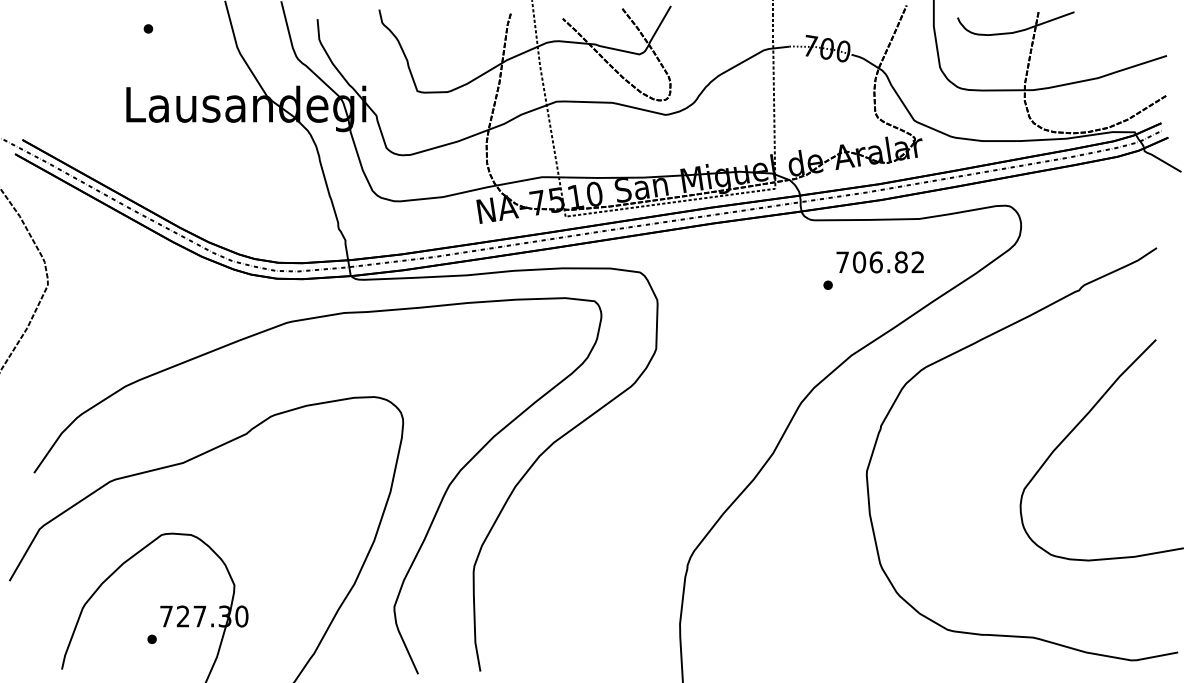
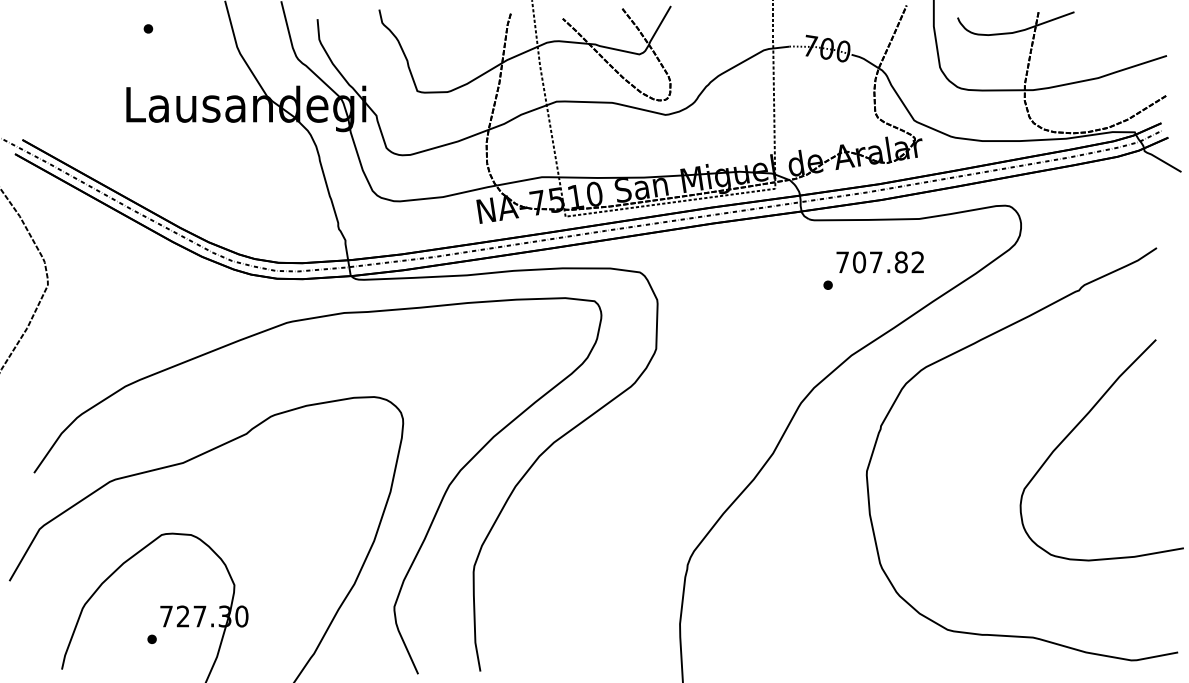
text at (875, 262): 706.82 -> 707.82
